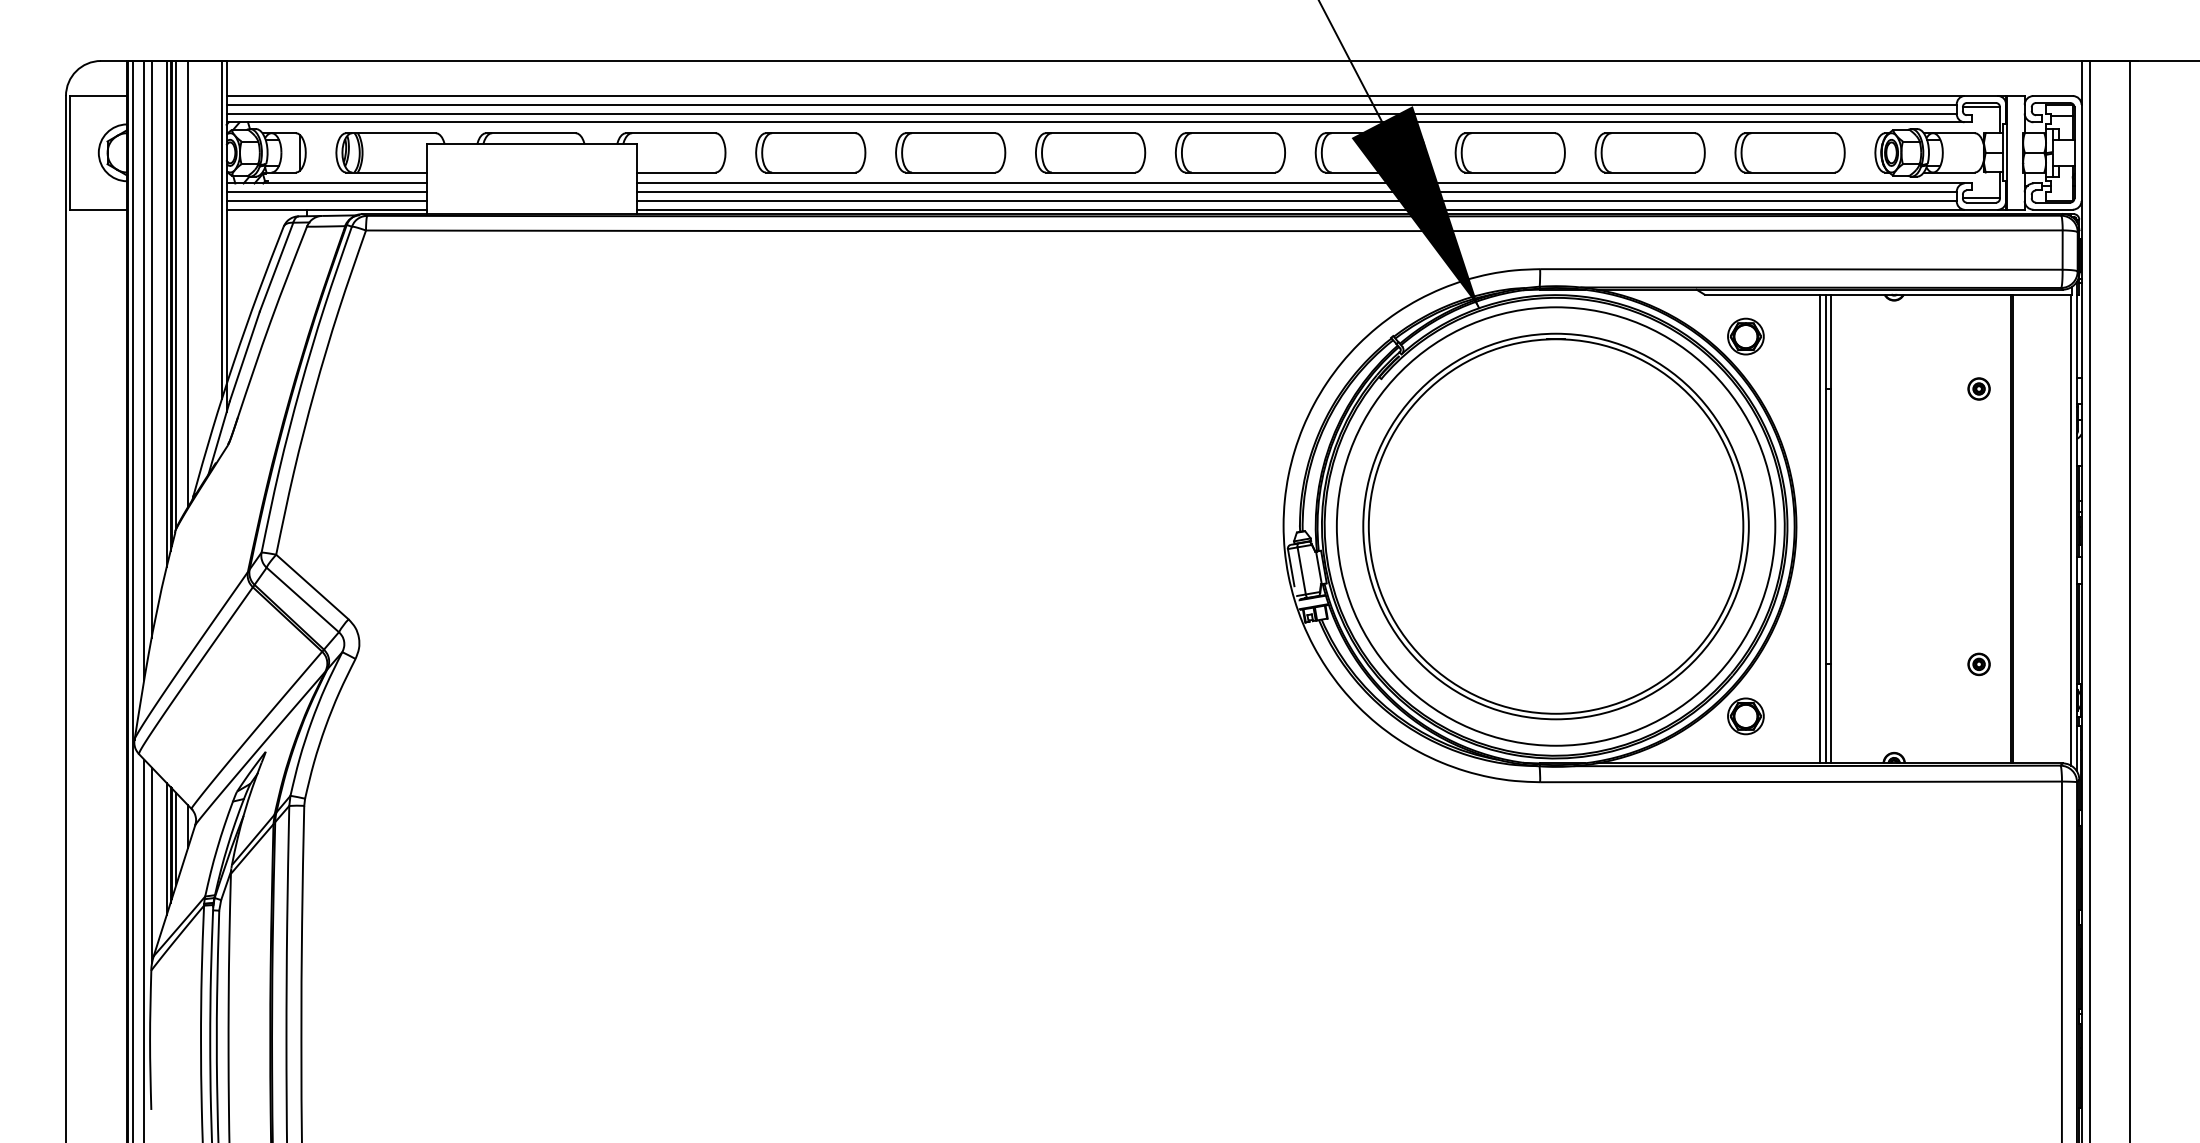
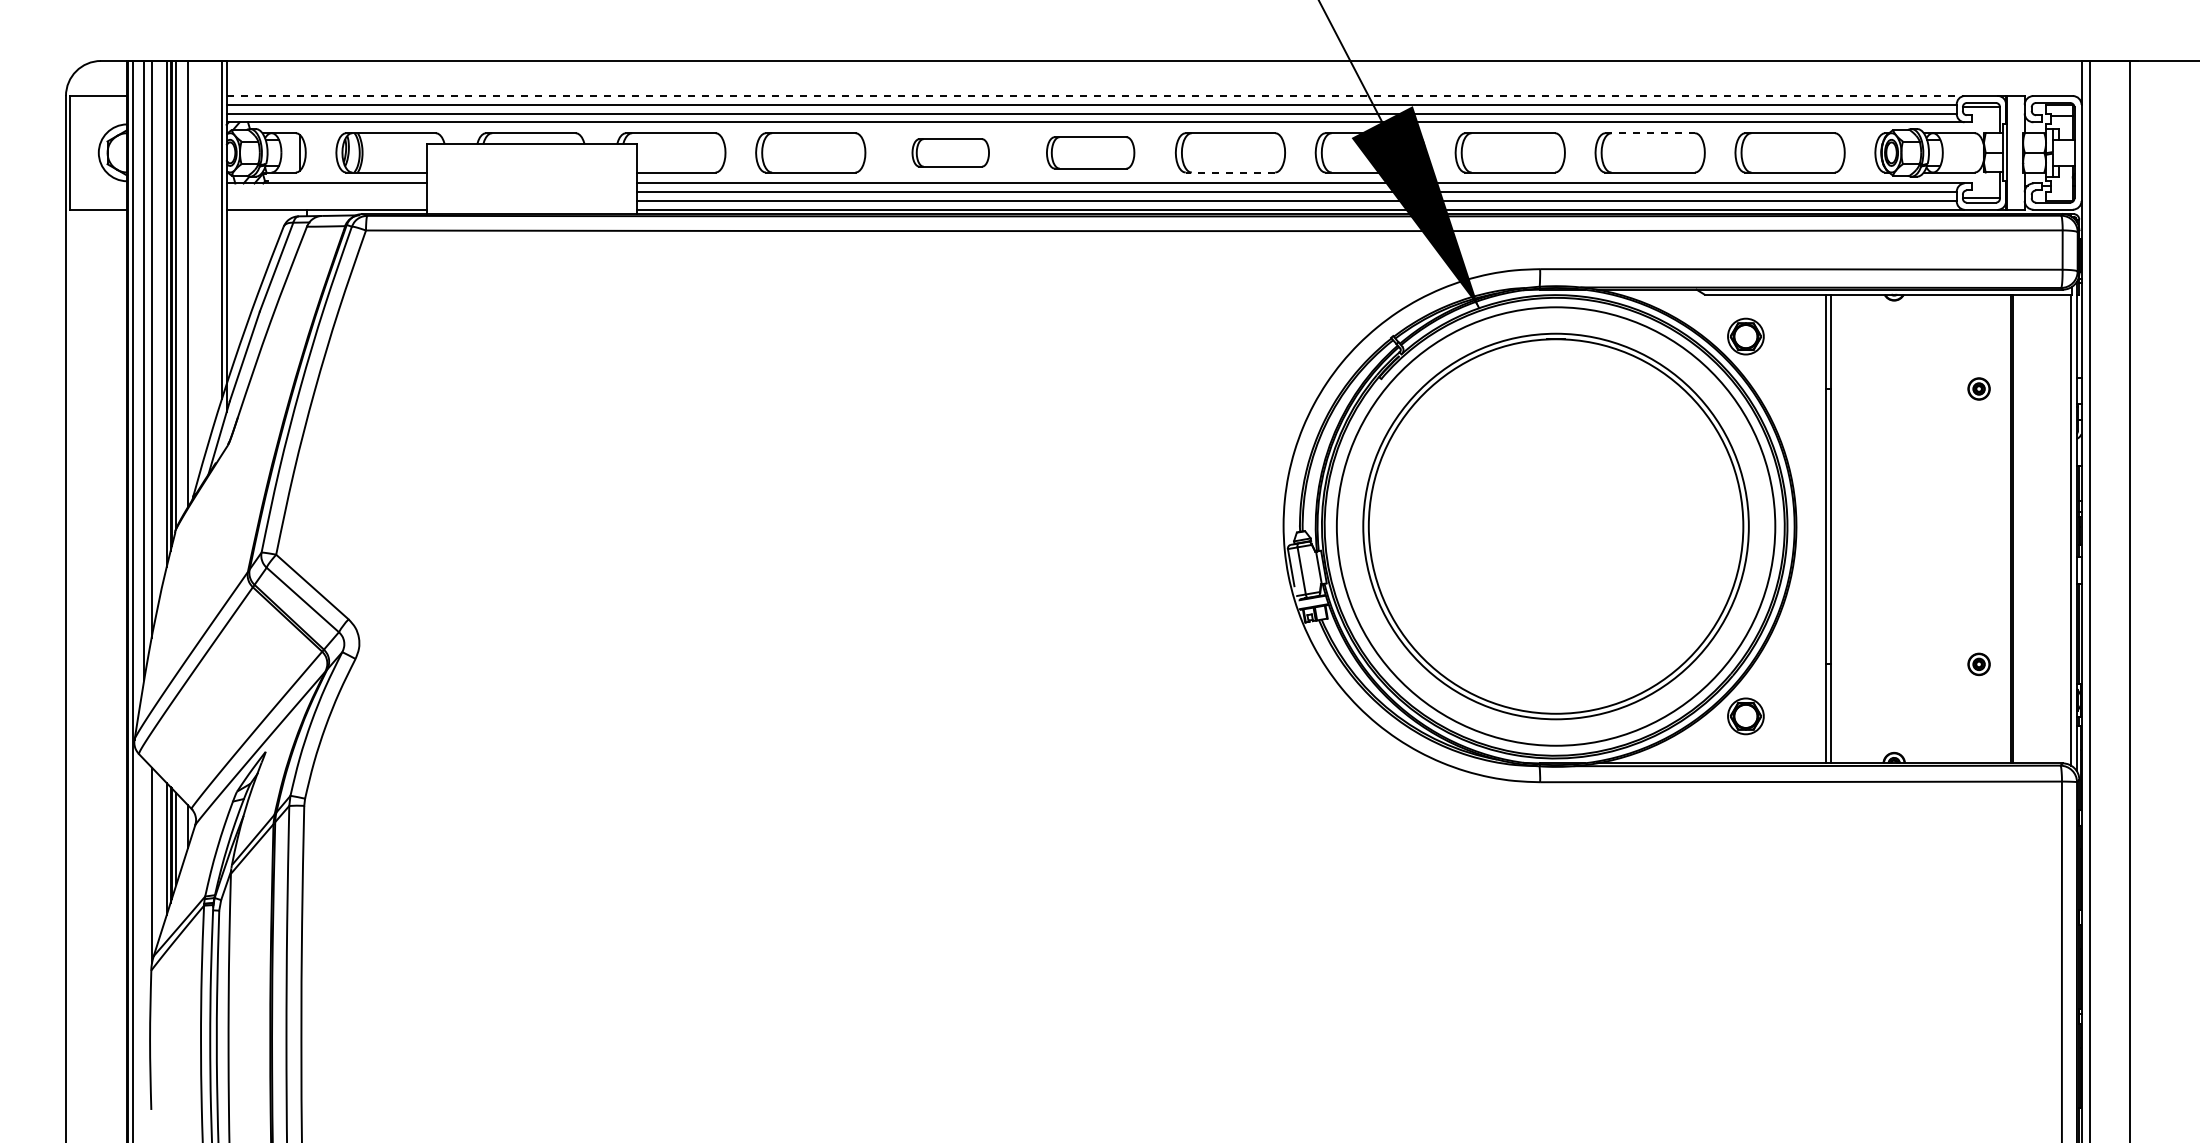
line at (1095, 96): solid -> dashed
line at (1650, 133): solid -> dashed
part at (950, 152) size: 112x42 px -> 79x30 px
part at (1090, 152) size: 112x42 px -> 90x34 px
line at (1230, 172): solid -> dashed
line at (326, 192): present -> none
line at (326, 200): present -> none
line at (1820, 528): present -> none
line at (144, 949): present -> none
